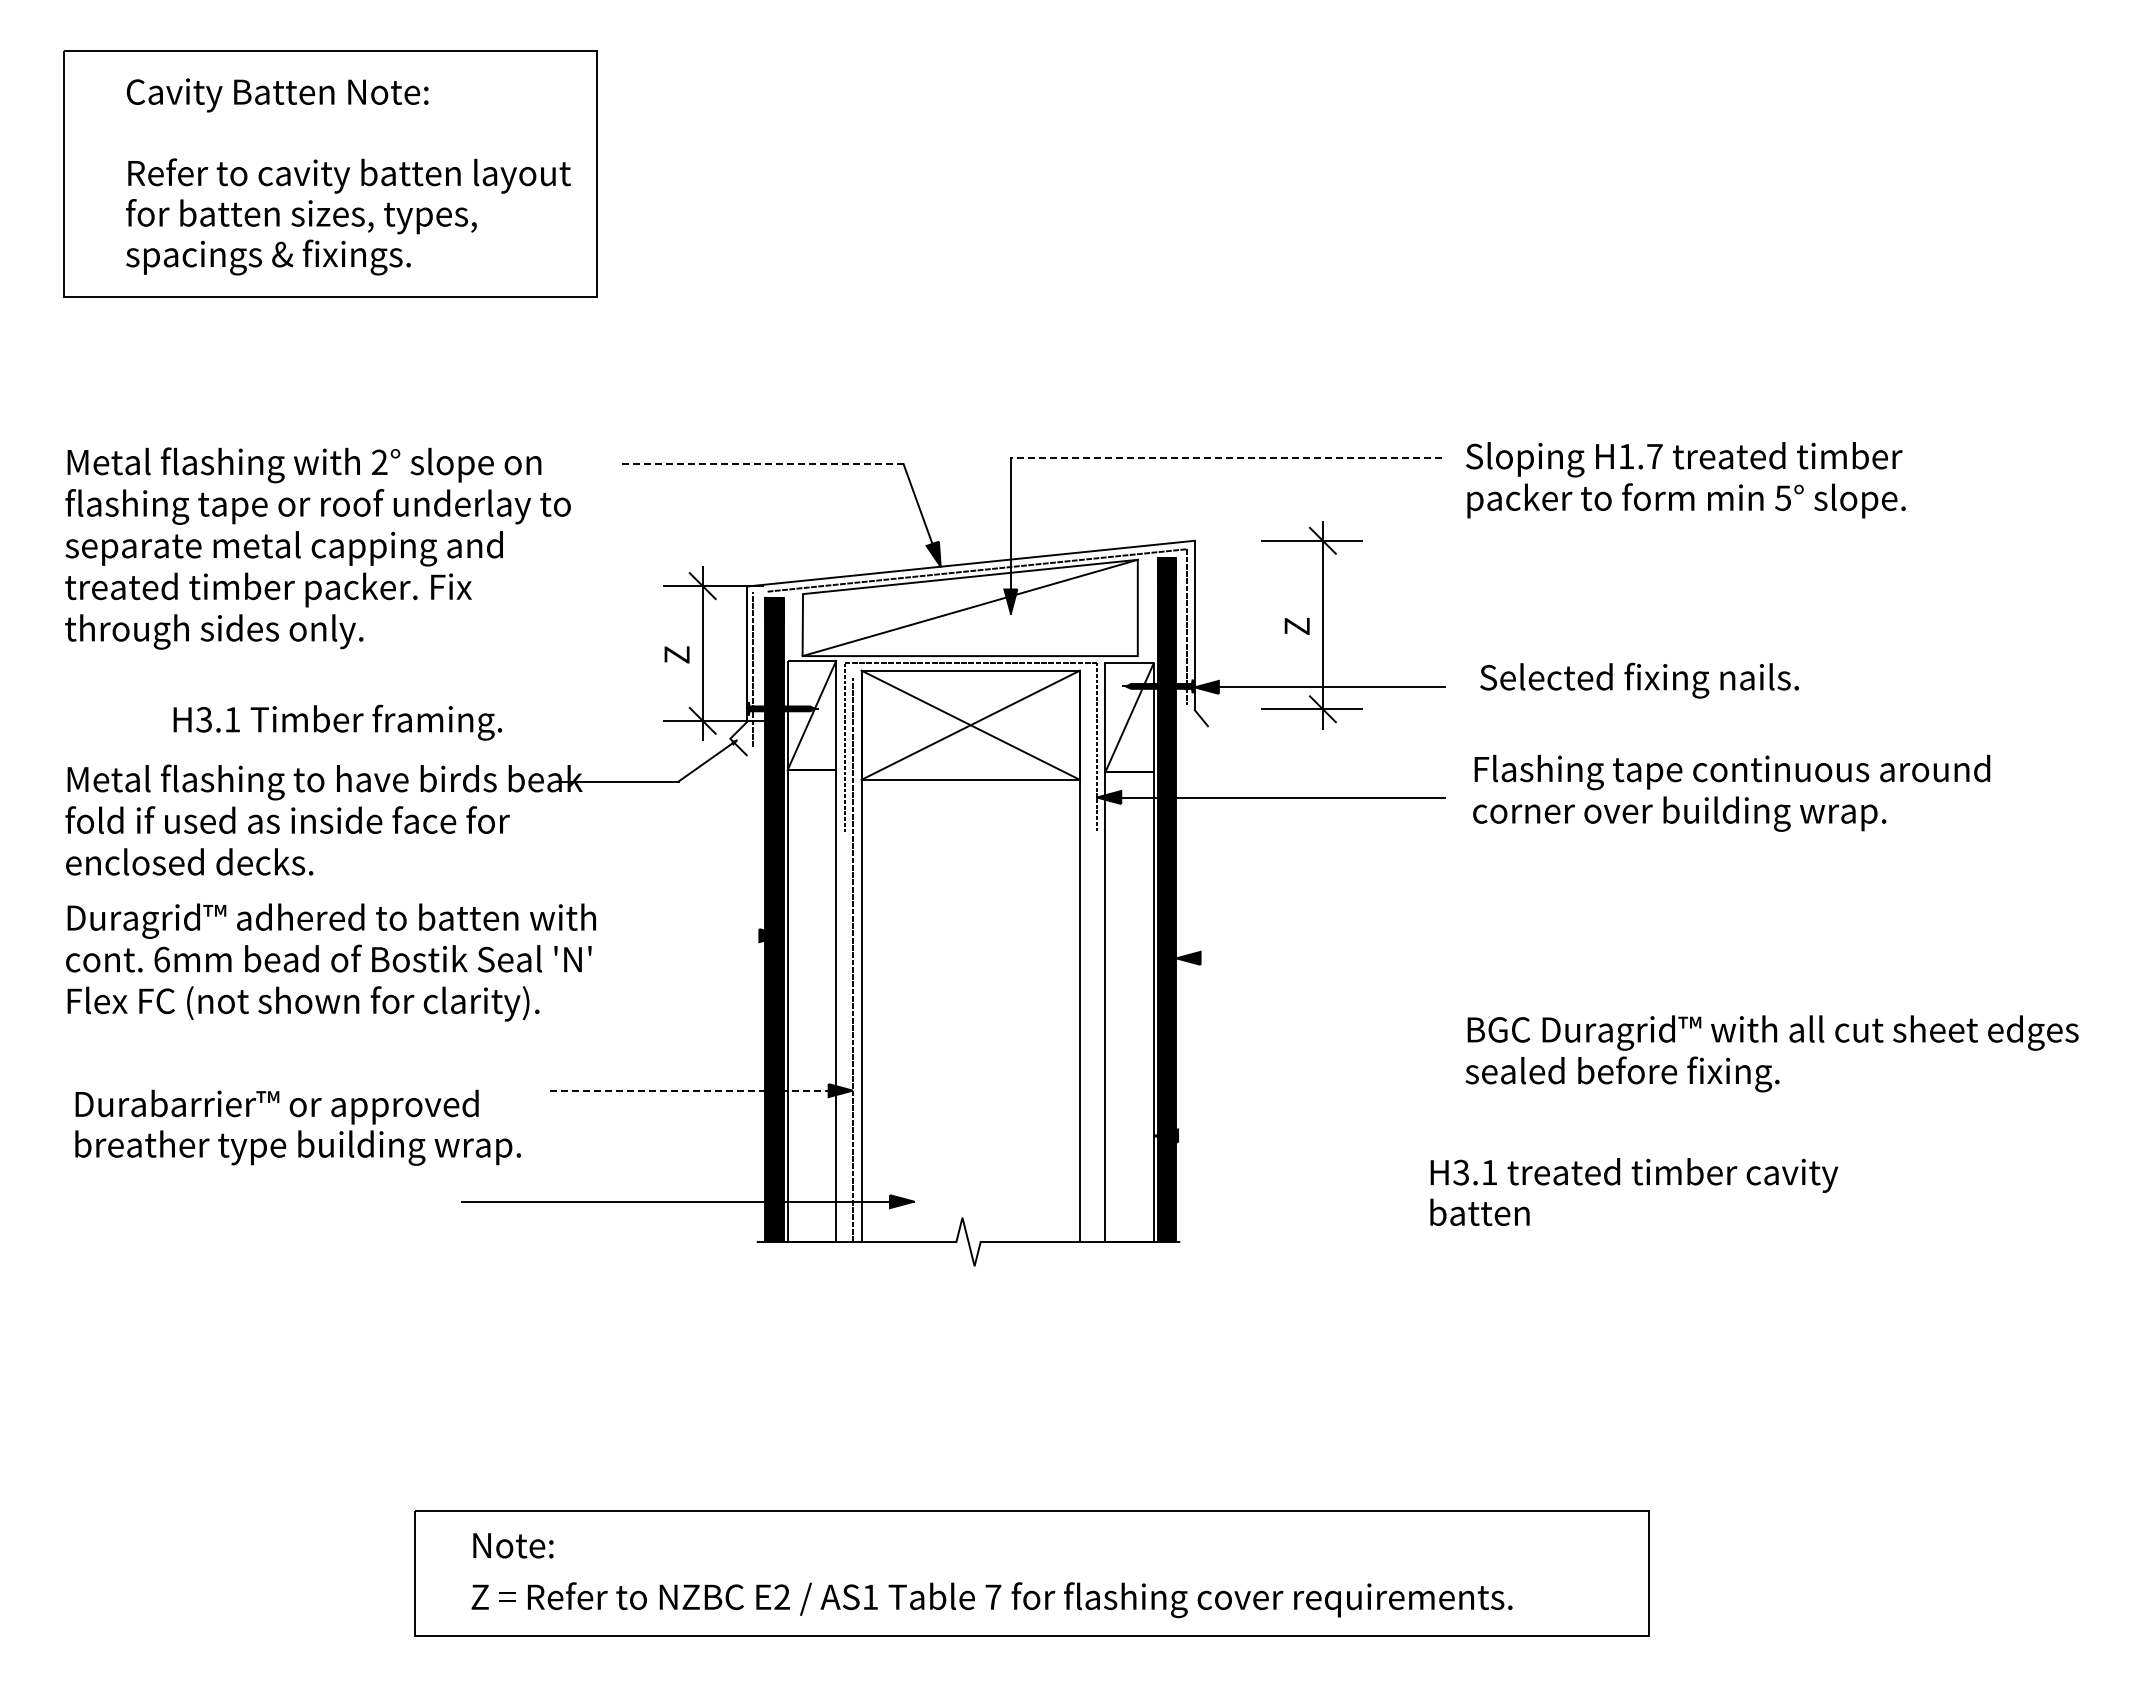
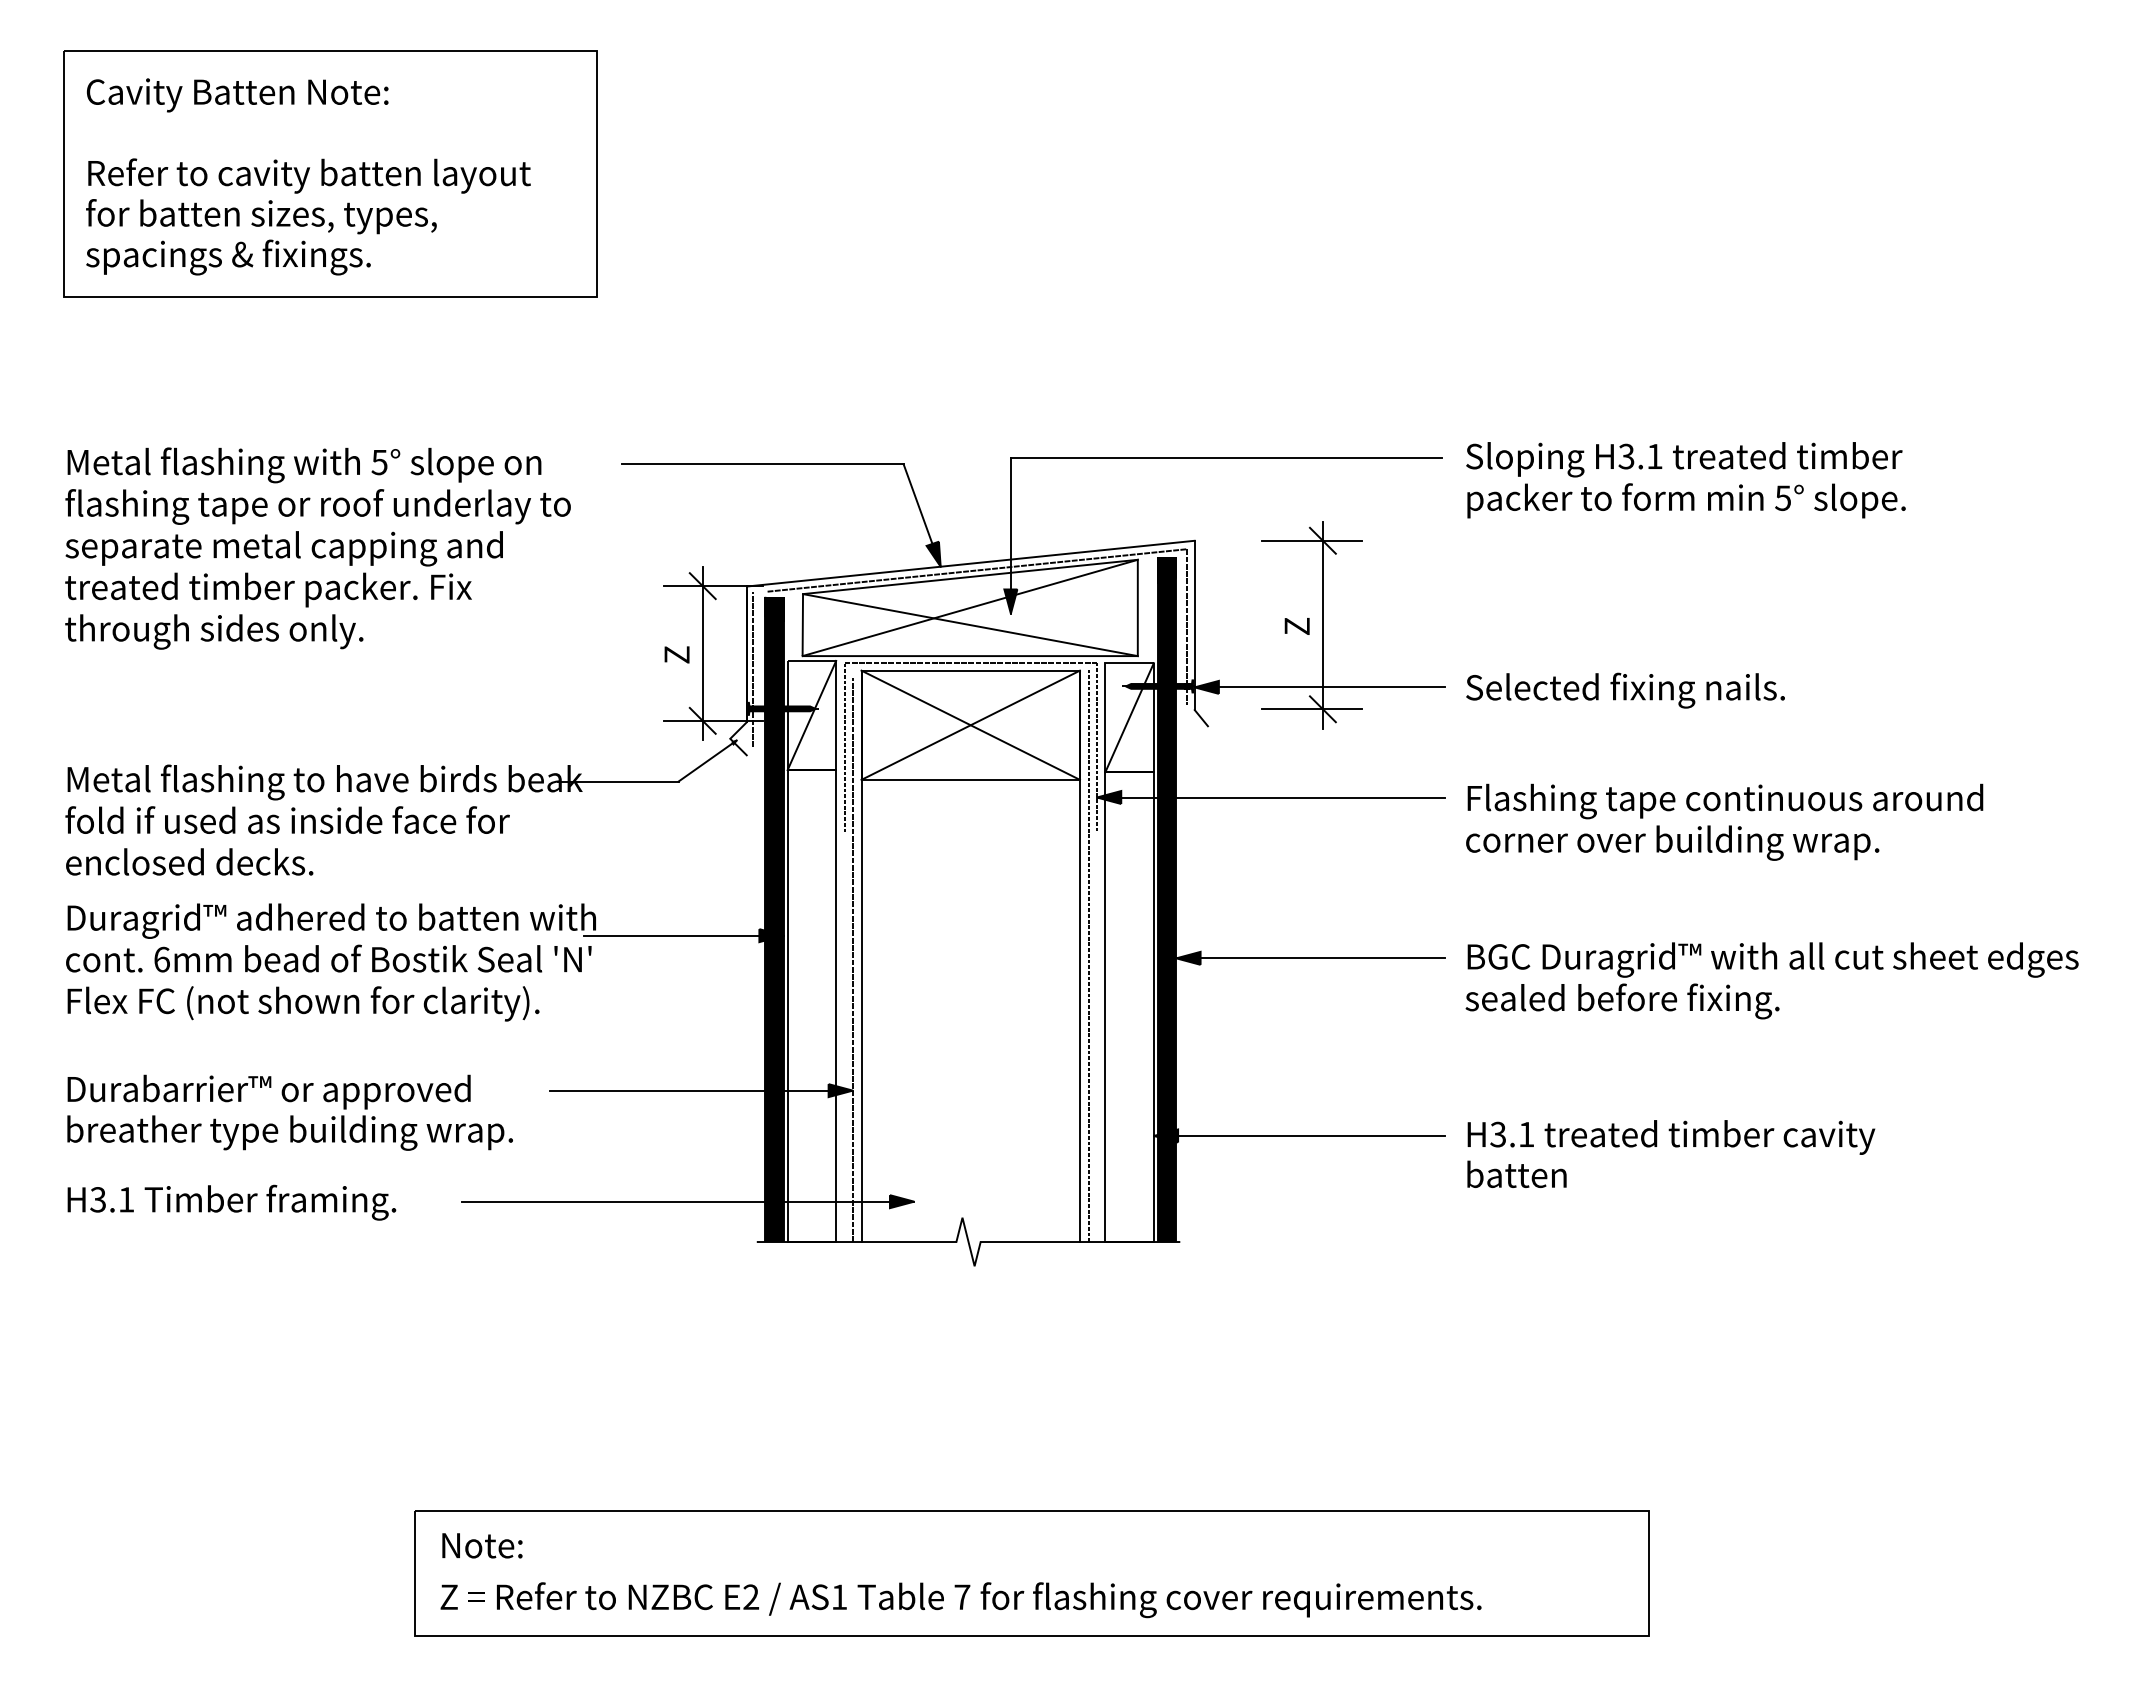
text at (348, 176) position: (348, 176) -> (308, 176)
text at (1640, 456): H1.7 -> H3.1
line at (1226, 458): dashed -> solid
text at (379, 462): 2° -> 5°
line at (762, 464): dashed -> solid
line at (970, 625): none -> present
text at (1639, 680) position: (1639, 680) -> (1625, 690)
text at (337, 722) position: (337, 722) -> (231, 1202)
text at (1731, 792) position: (1731, 792) -> (1724, 821)
line at (683, 935): none -> present
line at (1088, 955): none -> present
line at (1310, 958): none -> present
text at (1771, 1053) position: (1771, 1053) -> (1771, 980)
line at (701, 1090): dashed -> solid
text at (297, 1127) position: (297, 1127) -> (289, 1112)
line at (1298, 1135): none -> present
text at (1634, 1191) position: (1634, 1191) -> (1671, 1153)
text at (991, 1575) position: (991, 1575) -> (960, 1575)
